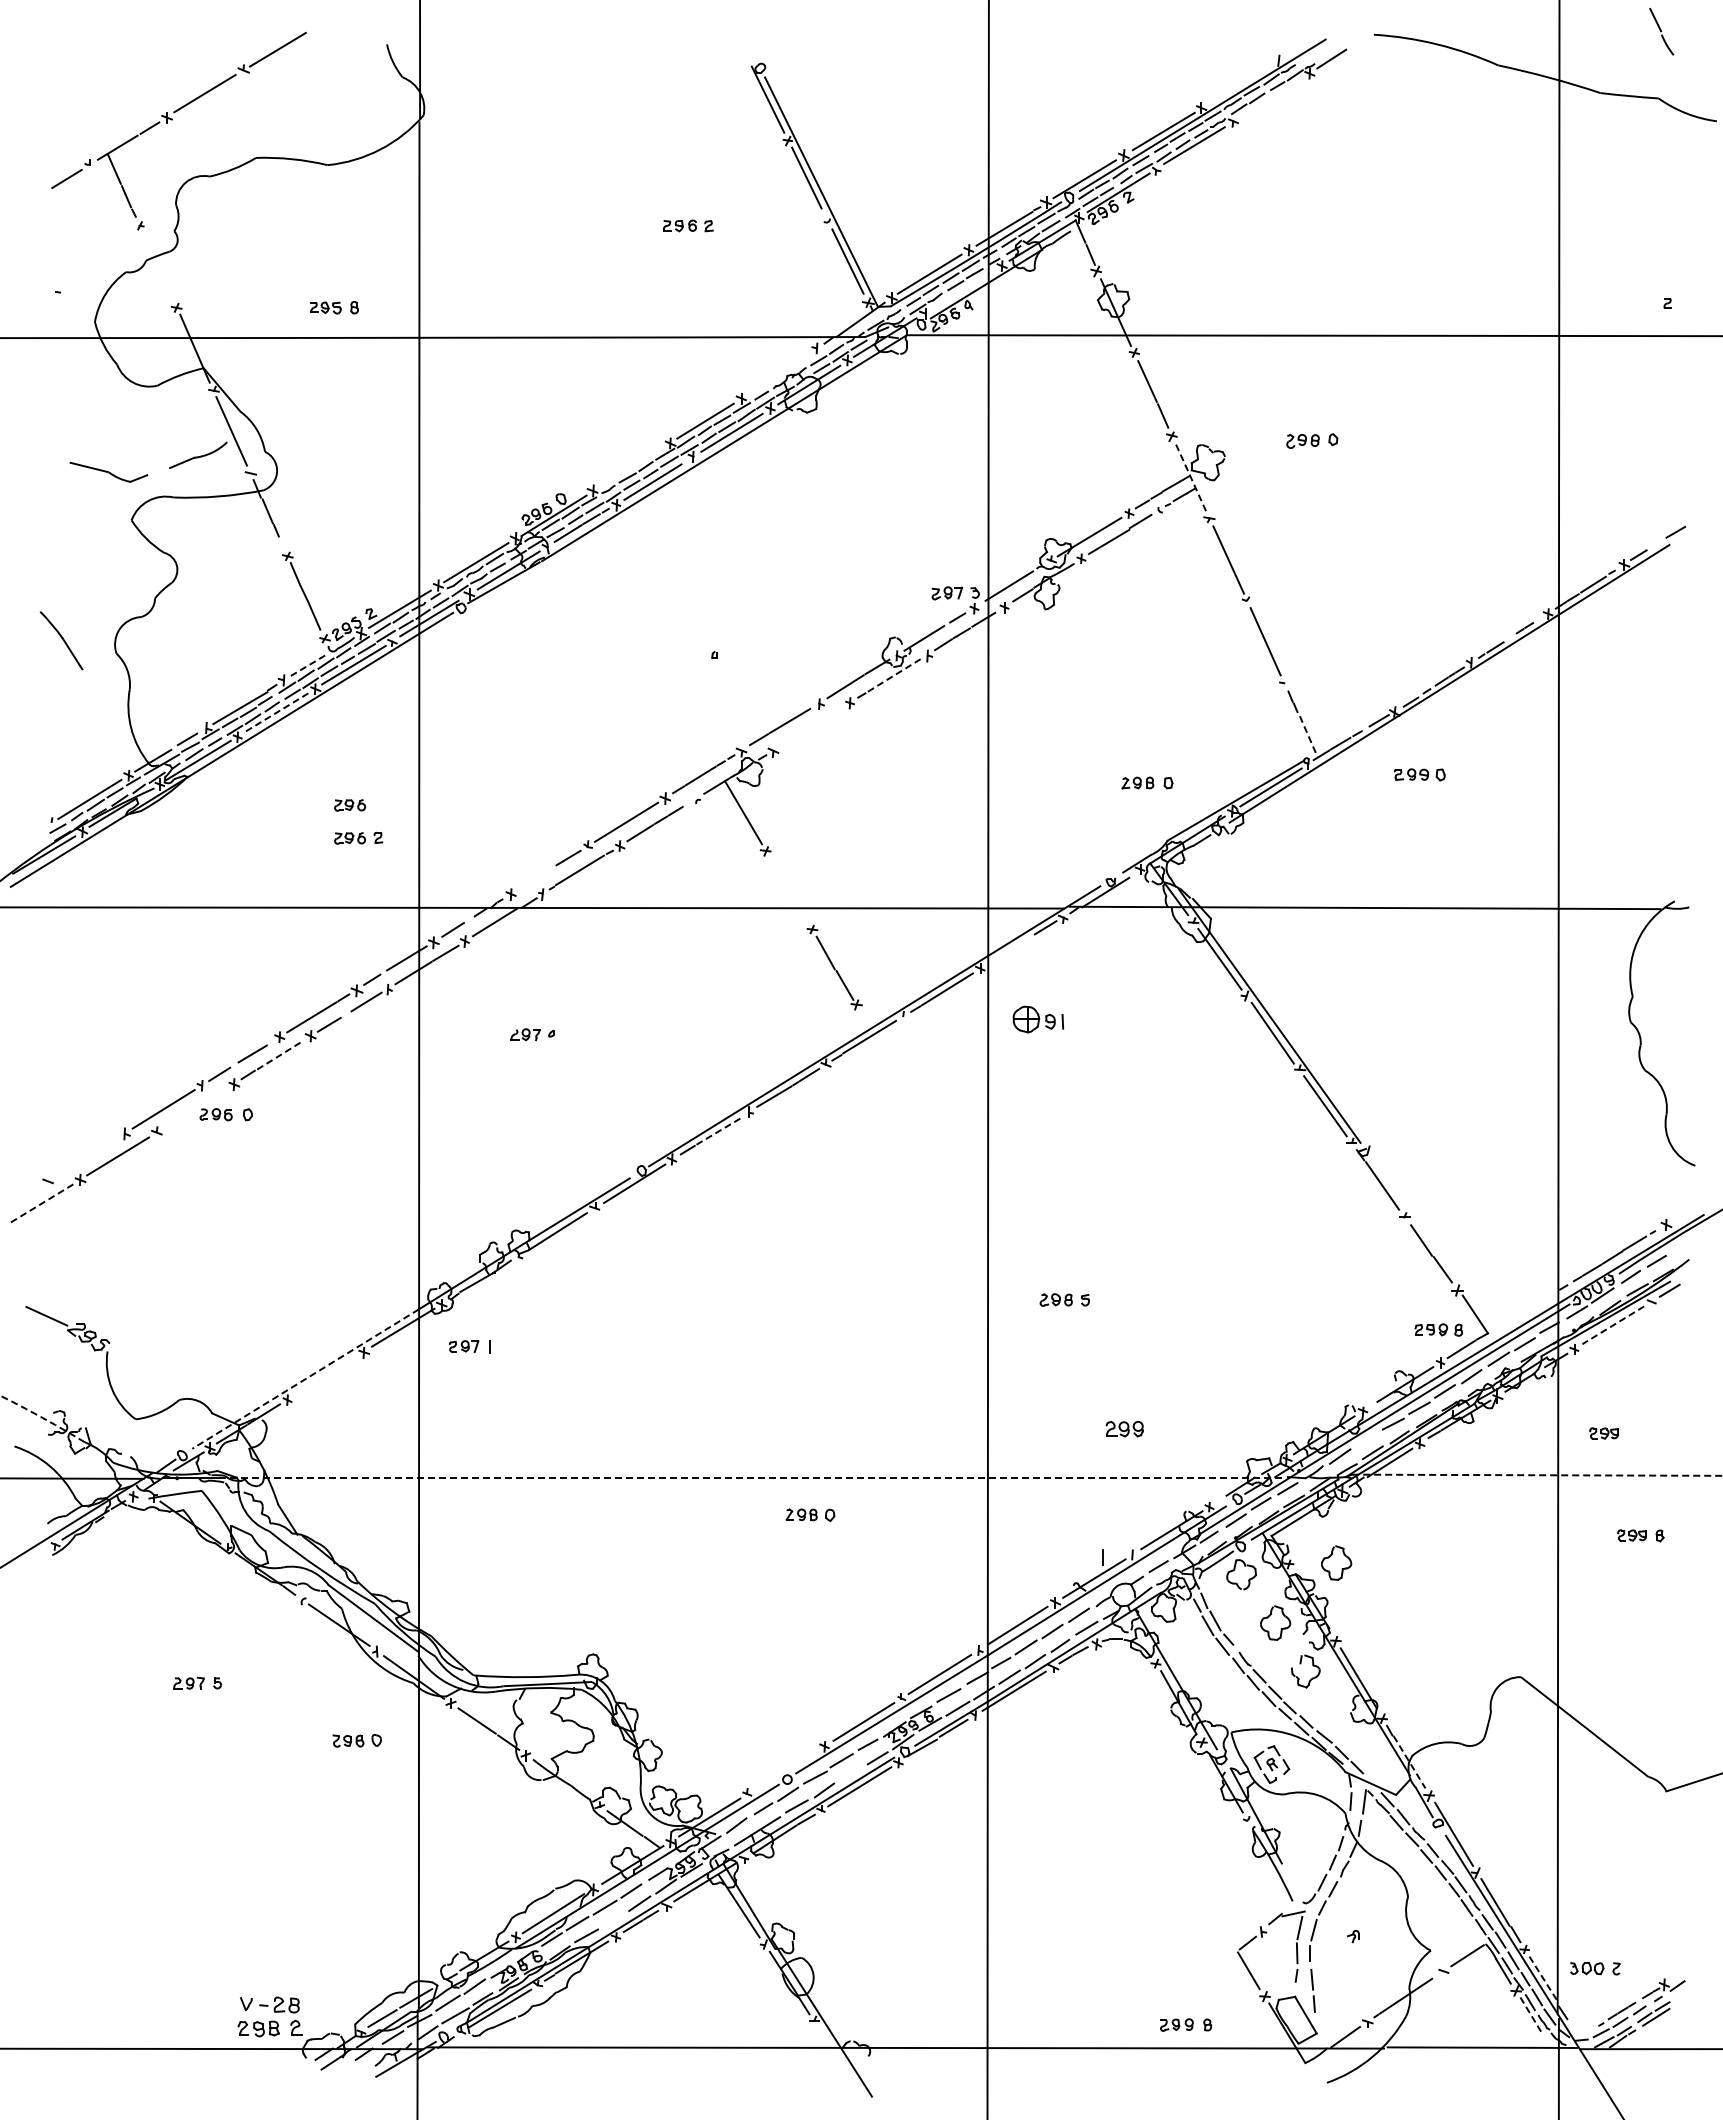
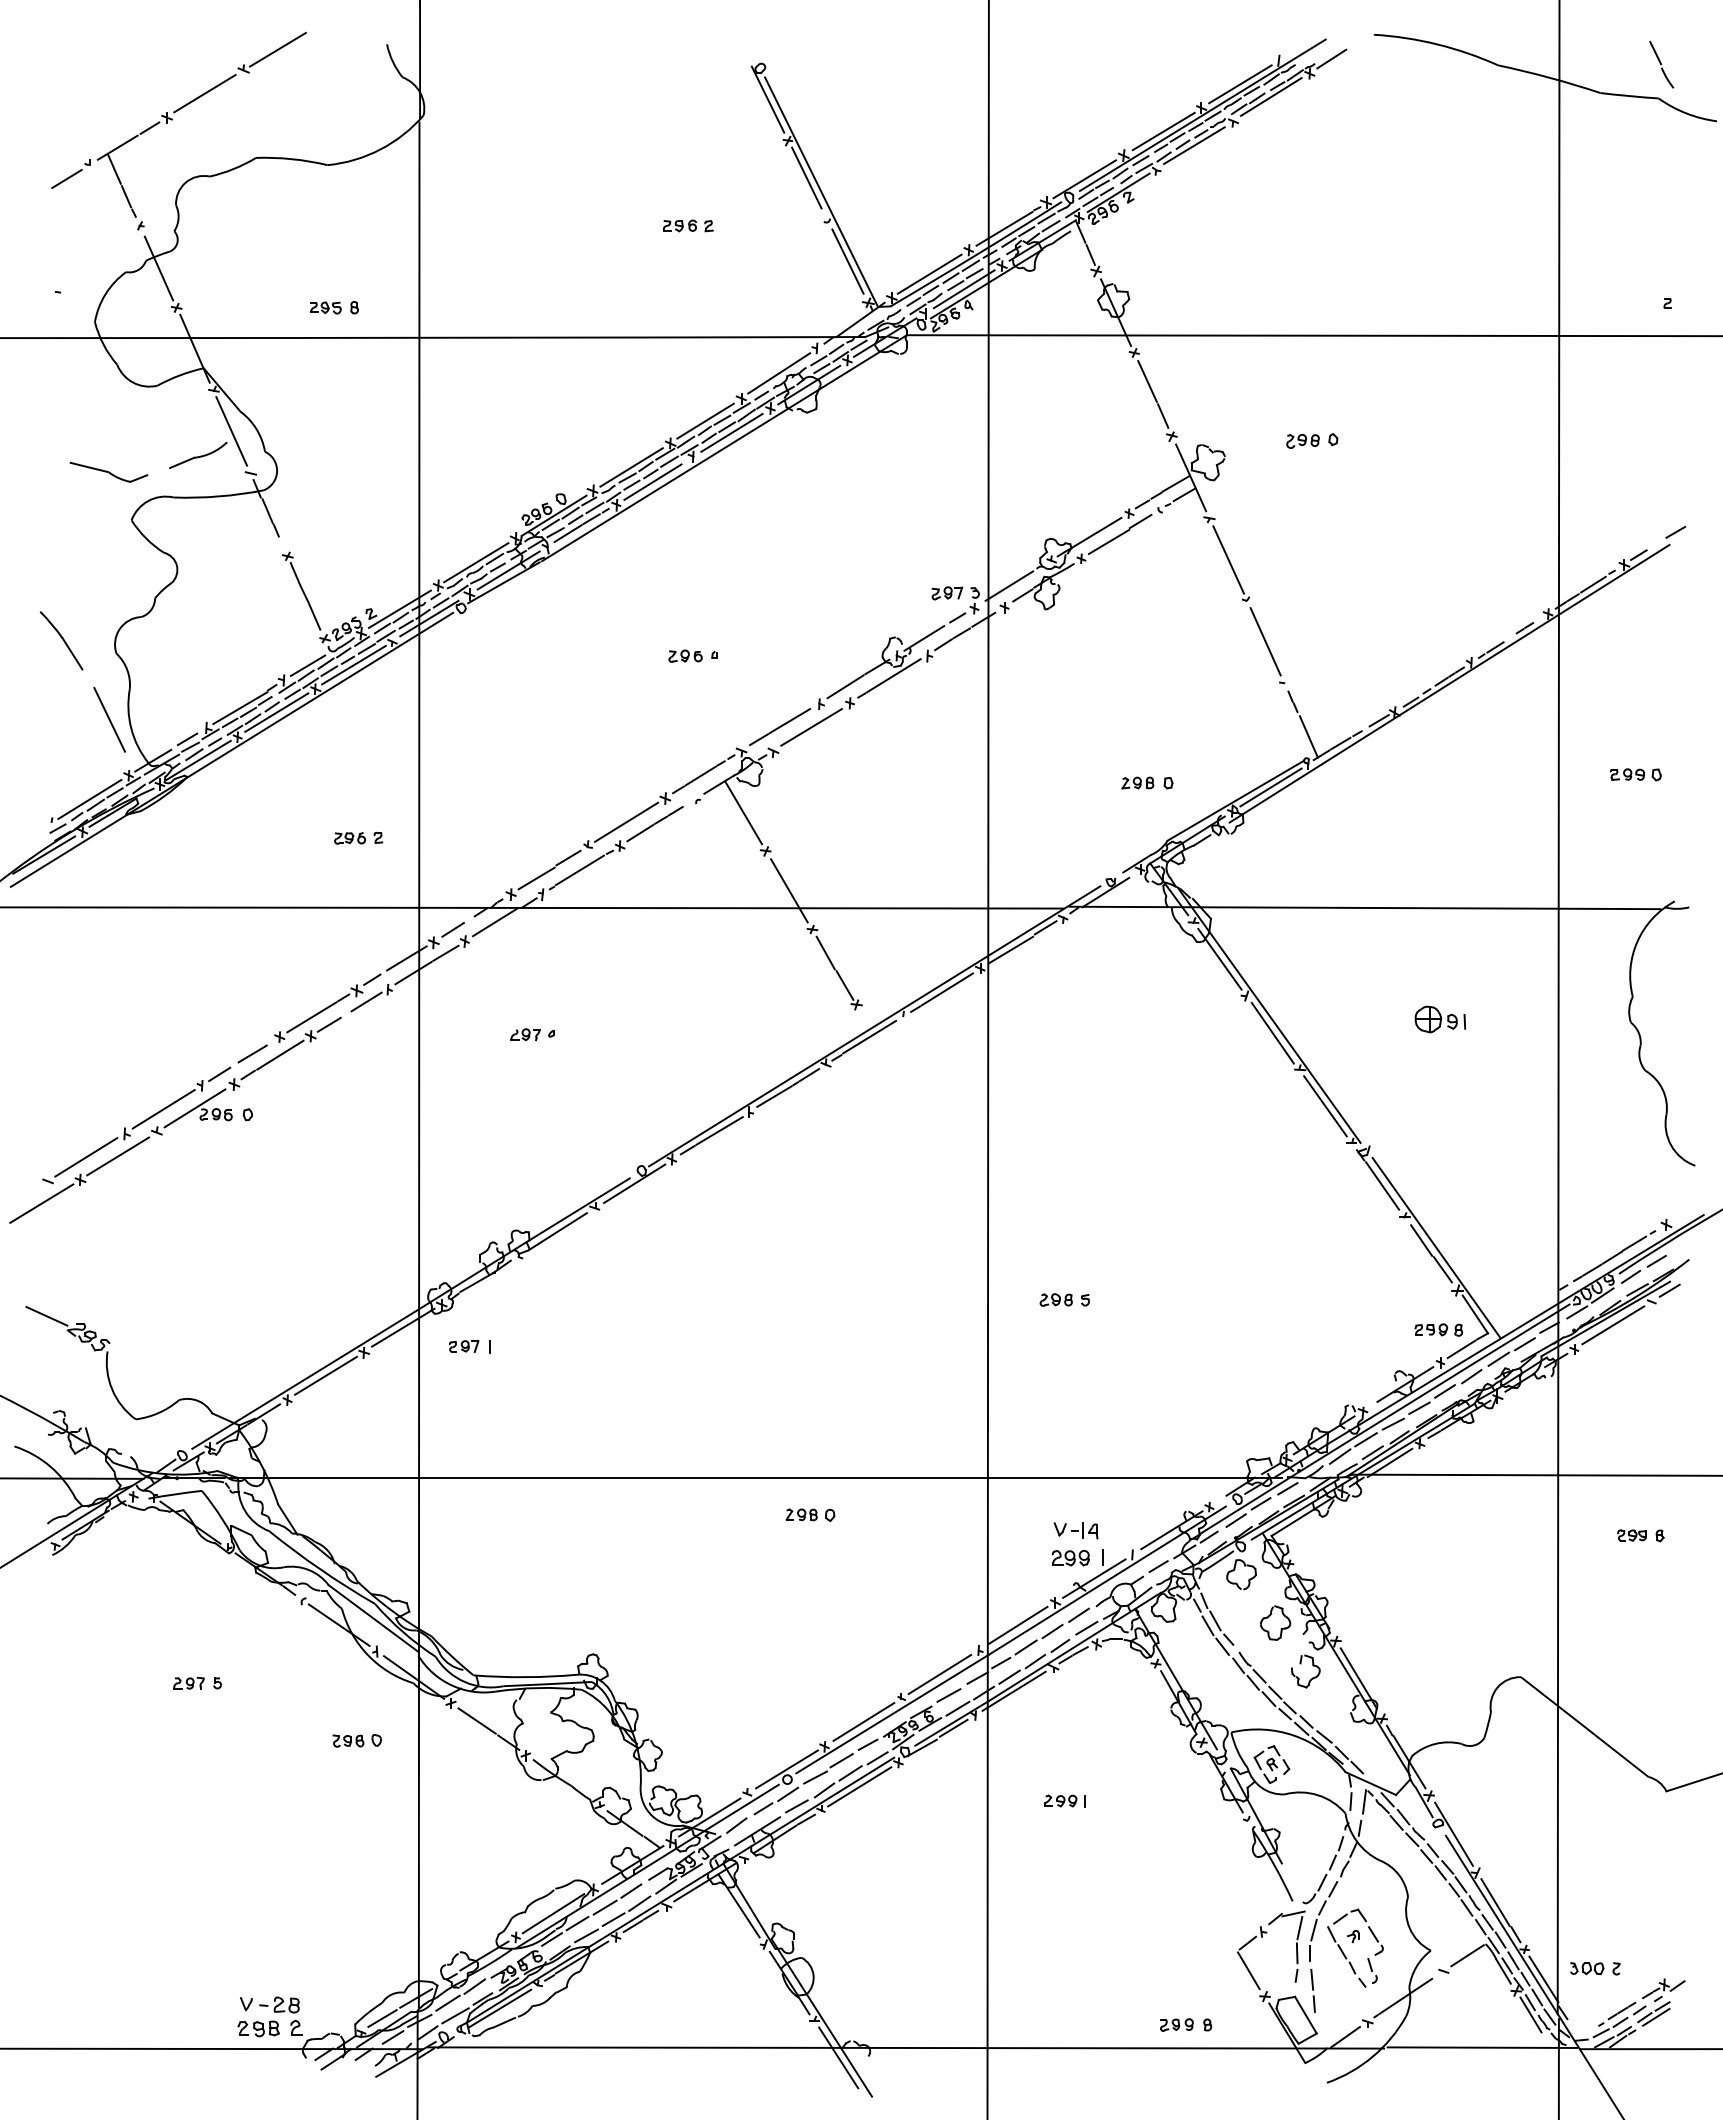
part at (1661, 31) position: (1661, 31) -> (1661, 64)
line at (1240, 84): none -> present
line at (1271, 96): none -> present
line at (158, 268): none -> present
line at (963, 289): none -> present
line at (779, 373): none -> present
line at (631, 467): none -> present
line at (1191, 477): dashed -> solid
part at (685, 655): none -> present
line at (308, 665): dashed -> solid
line at (893, 675): dashed -> solid
line at (276, 712): dashed -> solid
line at (109, 719): none -> present
line at (811, 727): none -> present
line at (1308, 736): dashed -> solid
part at (1419, 774) position: (1419, 774) -> (1635, 774)
part at (349, 805): present -> none
line at (536, 878): none -> present
line at (789, 890): none -> present
line at (1011, 949): none -> present
part at (1038, 1019) position: (1038, 1019) -> (1440, 1019)
line at (280, 1054): dashed -> solid
line at (194, 1108): none -> present
line at (719, 1130): dashed -> solid
line at (86, 1157): none -> present
line at (41, 1203): dashed -> solid
line at (1436, 1247): none -> present
line at (1612, 1325): dashed -> solid
line at (325, 1375): none -> present
line at (305, 1379): dashed -> solid
arc at (42, 1418): dashed -> solid
part at (1124, 1429) position: (1124, 1429) -> (1070, 1558)
part at (1603, 1433): present -> none
line at (1365, 1439): none -> present
line at (1538, 1475): dashed -> solid
line at (756, 1478): dashed -> solid
part at (1075, 1530): none -> present
part at (1336, 1562): present -> none
line at (1409, 1762): dashed -> solid
line at (786, 1769): none -> present
line at (850, 1773): none -> present
part at (1064, 1800): none -> present
line at (613, 1919): none -> present
part at (1344, 1953): none -> present
line at (1544, 1979): dashed -> solid
line at (1531, 2015): dashed -> solid
line at (838, 2057): none -> present
